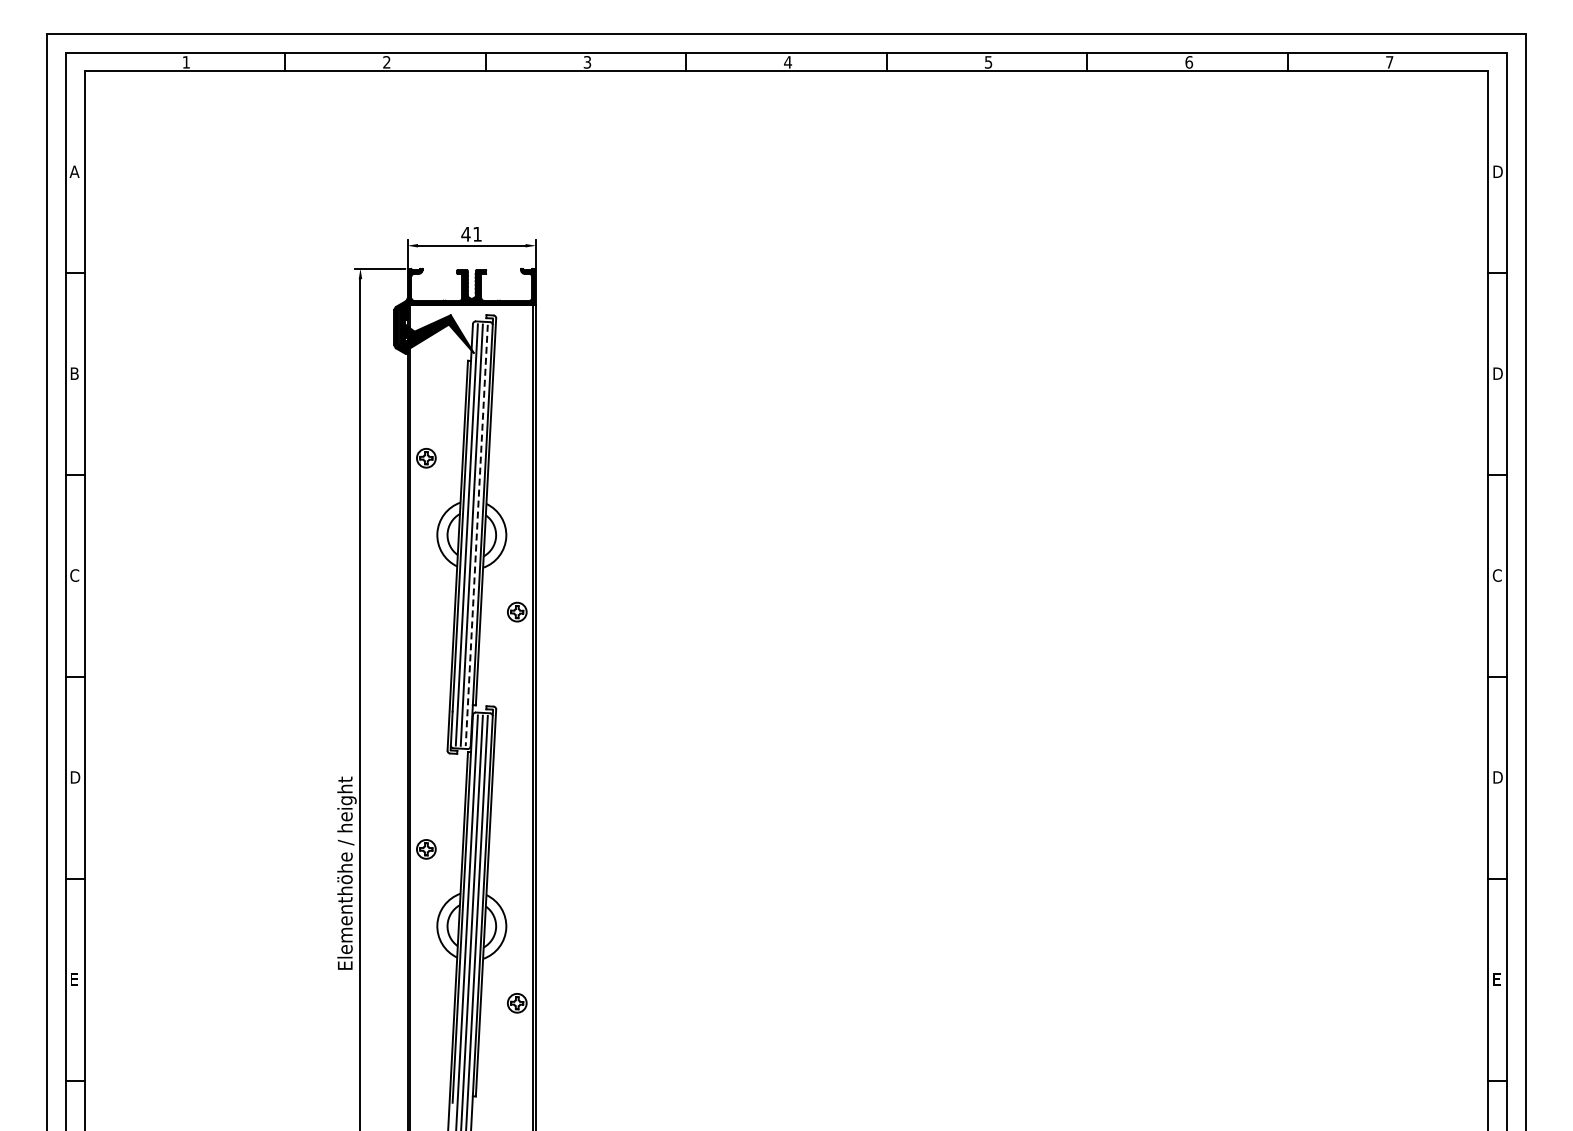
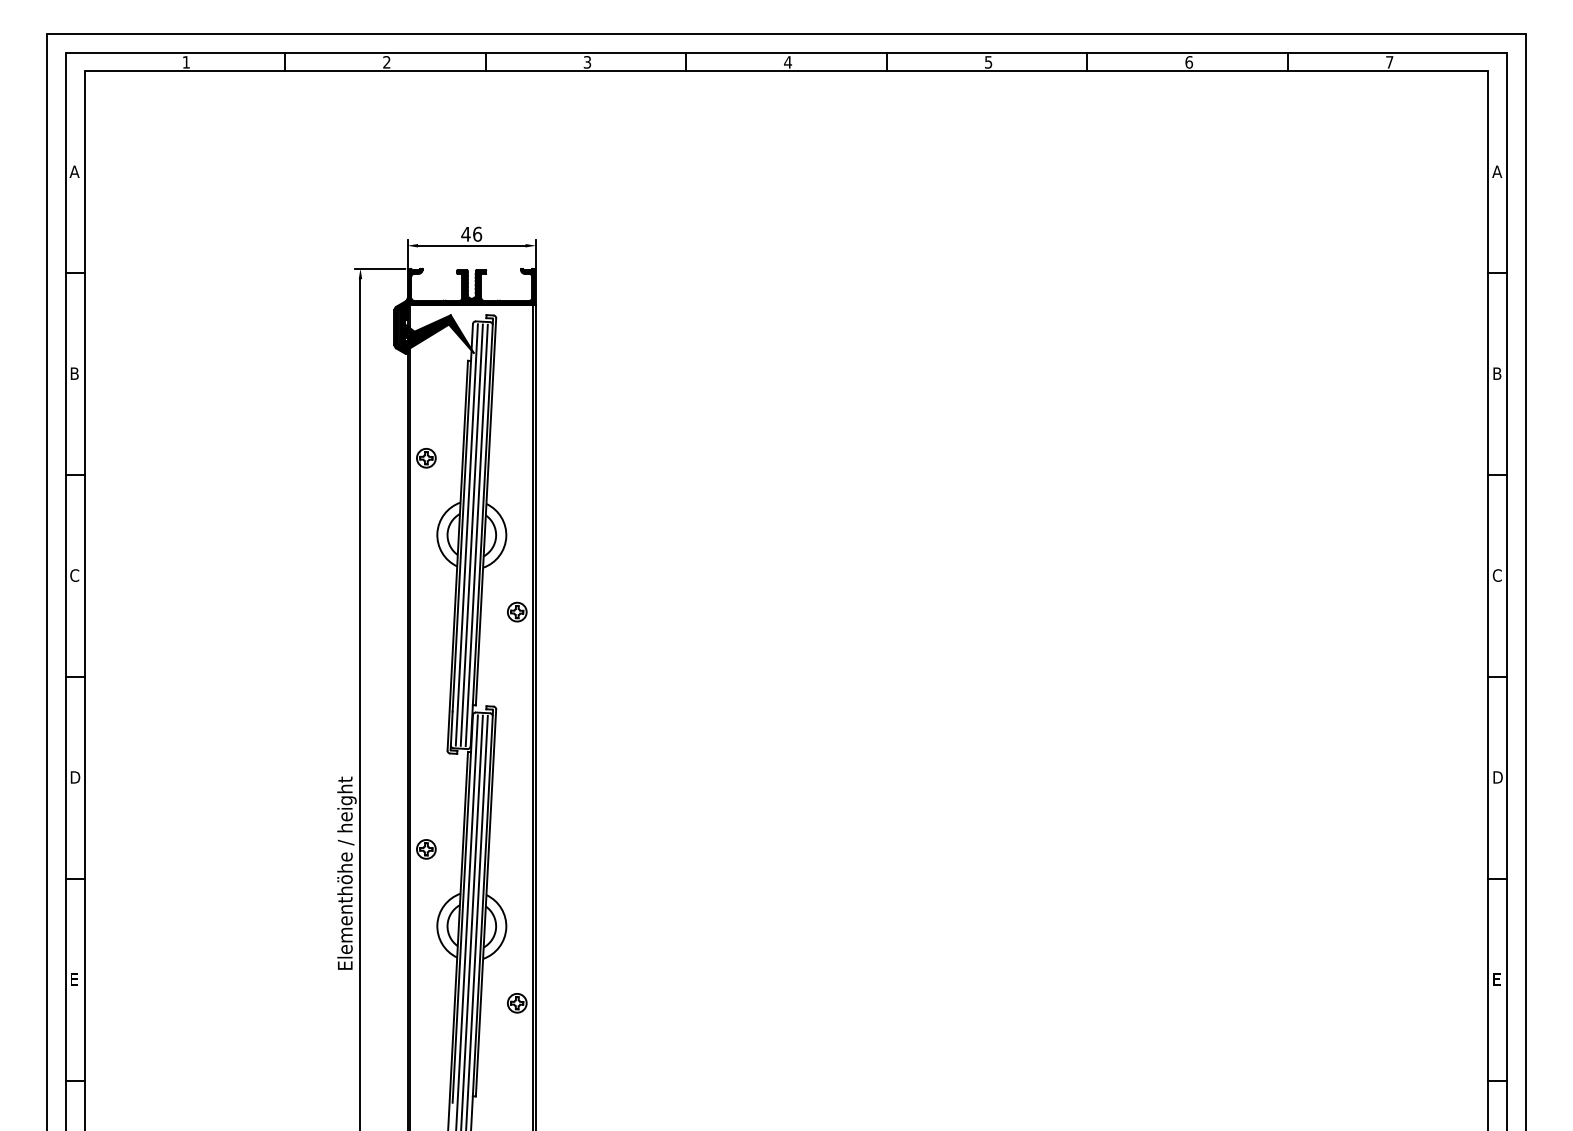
text at (1497, 171): D -> A
text at (477, 233): 41 -> 46
text at (1498, 373): D -> B
line at (476, 535): dashed -> solid
